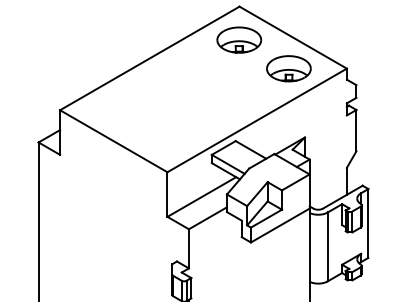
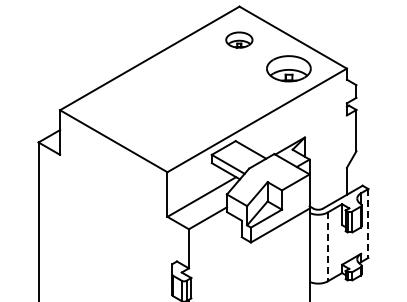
part at (239, 39) size: 47x28 px -> 29x18 px
line at (368, 223): solid -> dashed
line at (327, 247): solid -> dashed
